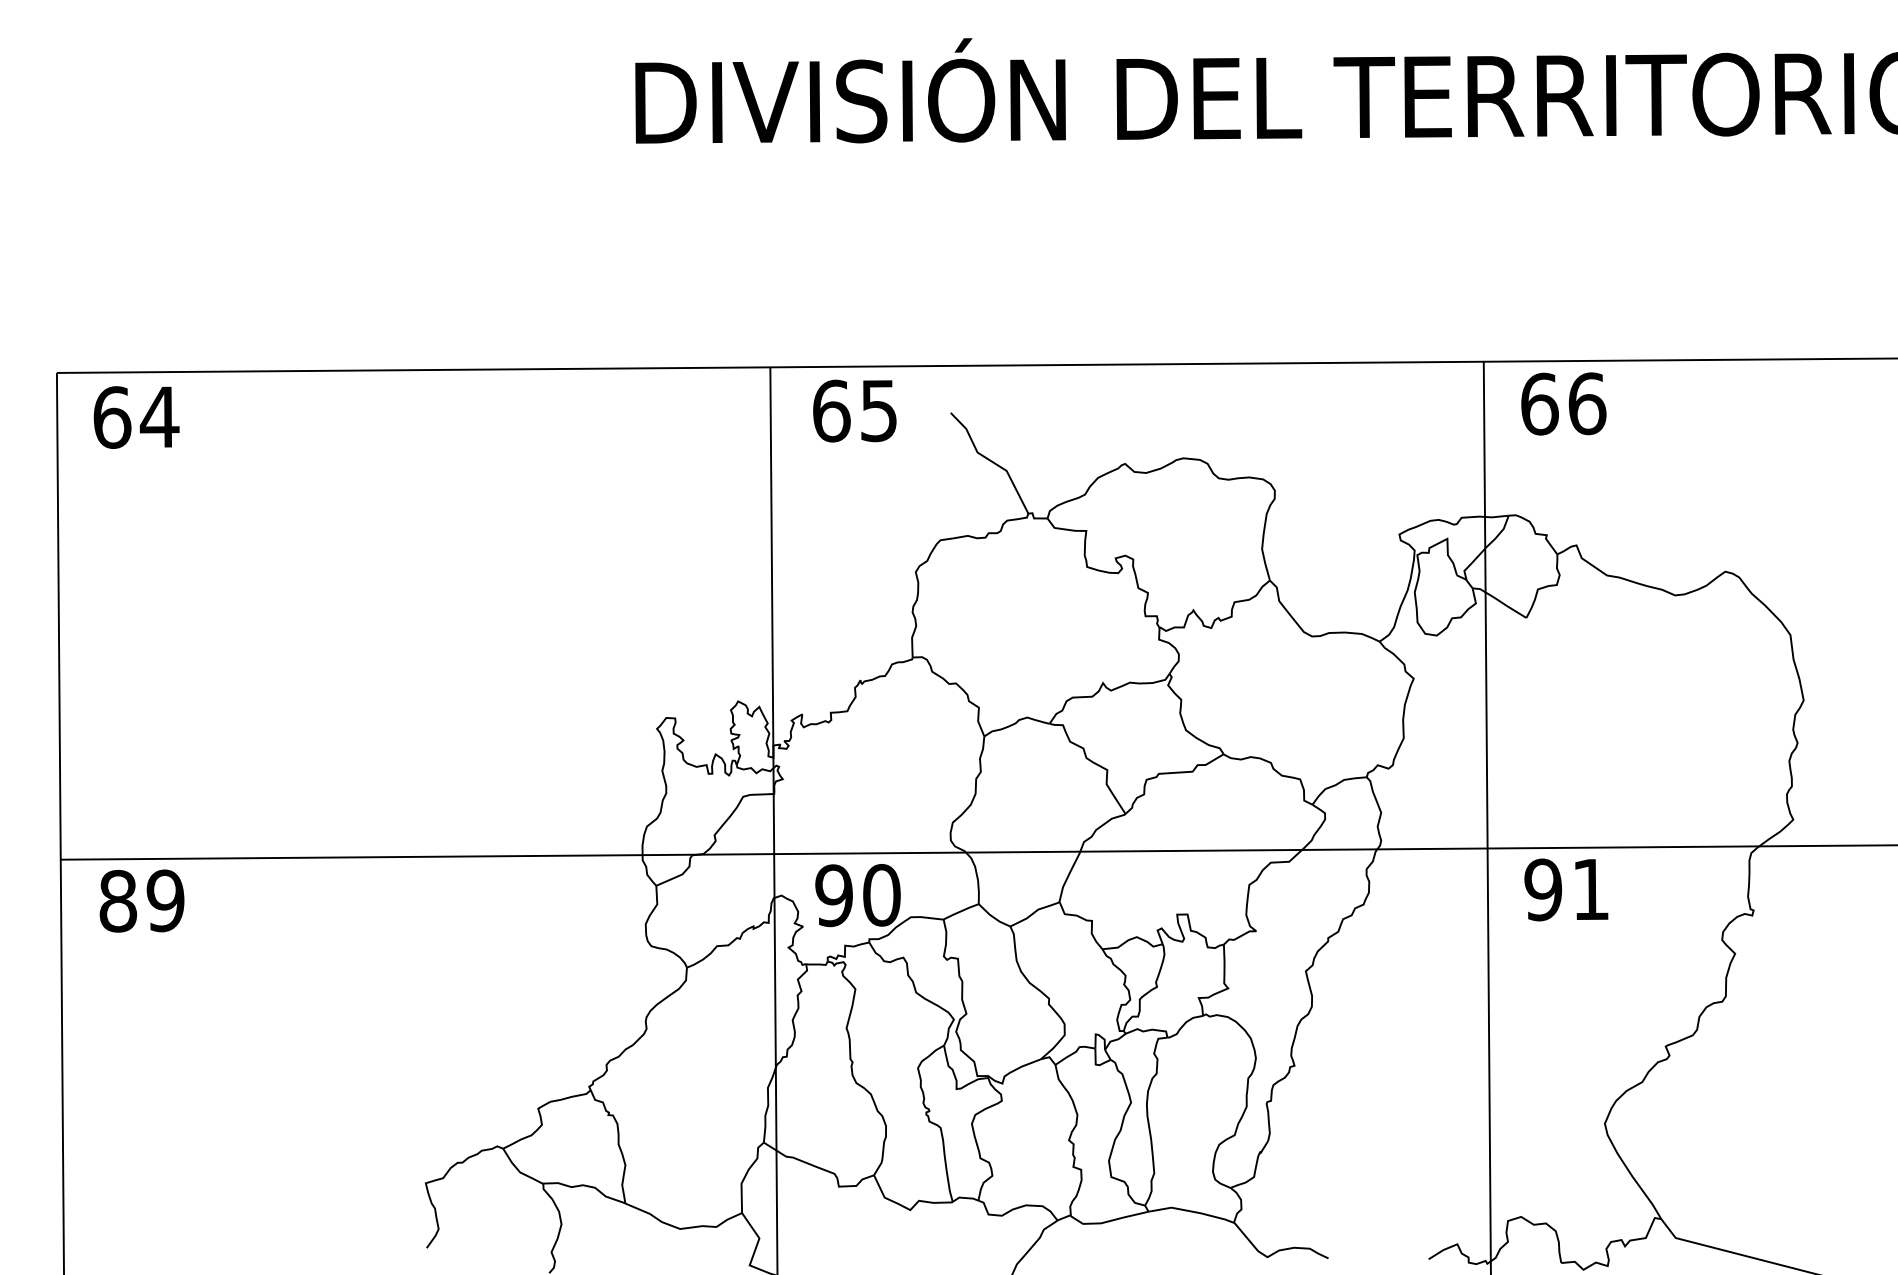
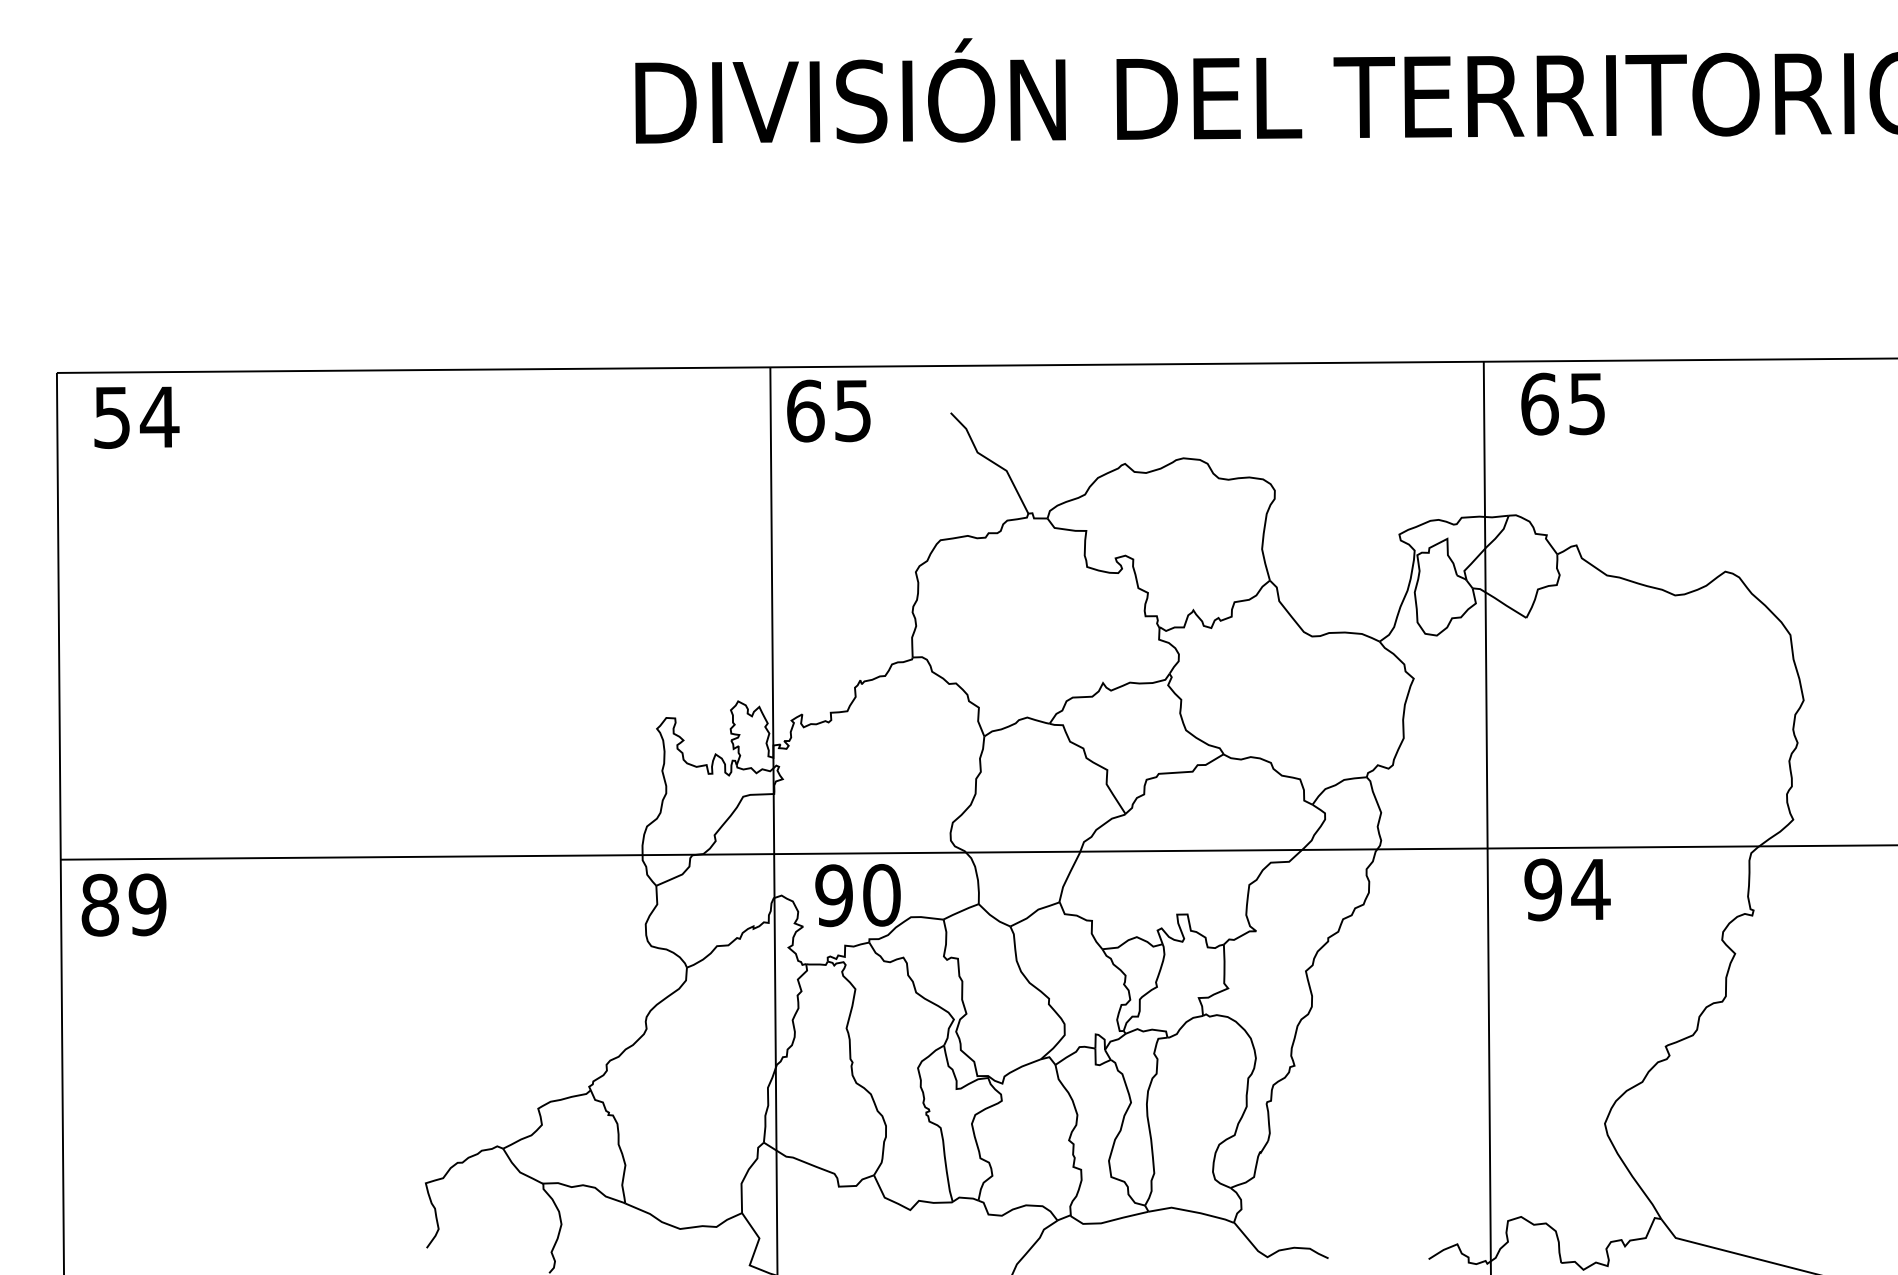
text at (1587, 403): 66 -> 65
text at (854, 410) position: (854, 410) -> (828, 410)
text at (112, 417): 64 -> 54
text at (1590, 889): 91 -> 94
text at (141, 900) position: (141, 900) -> (123, 904)
